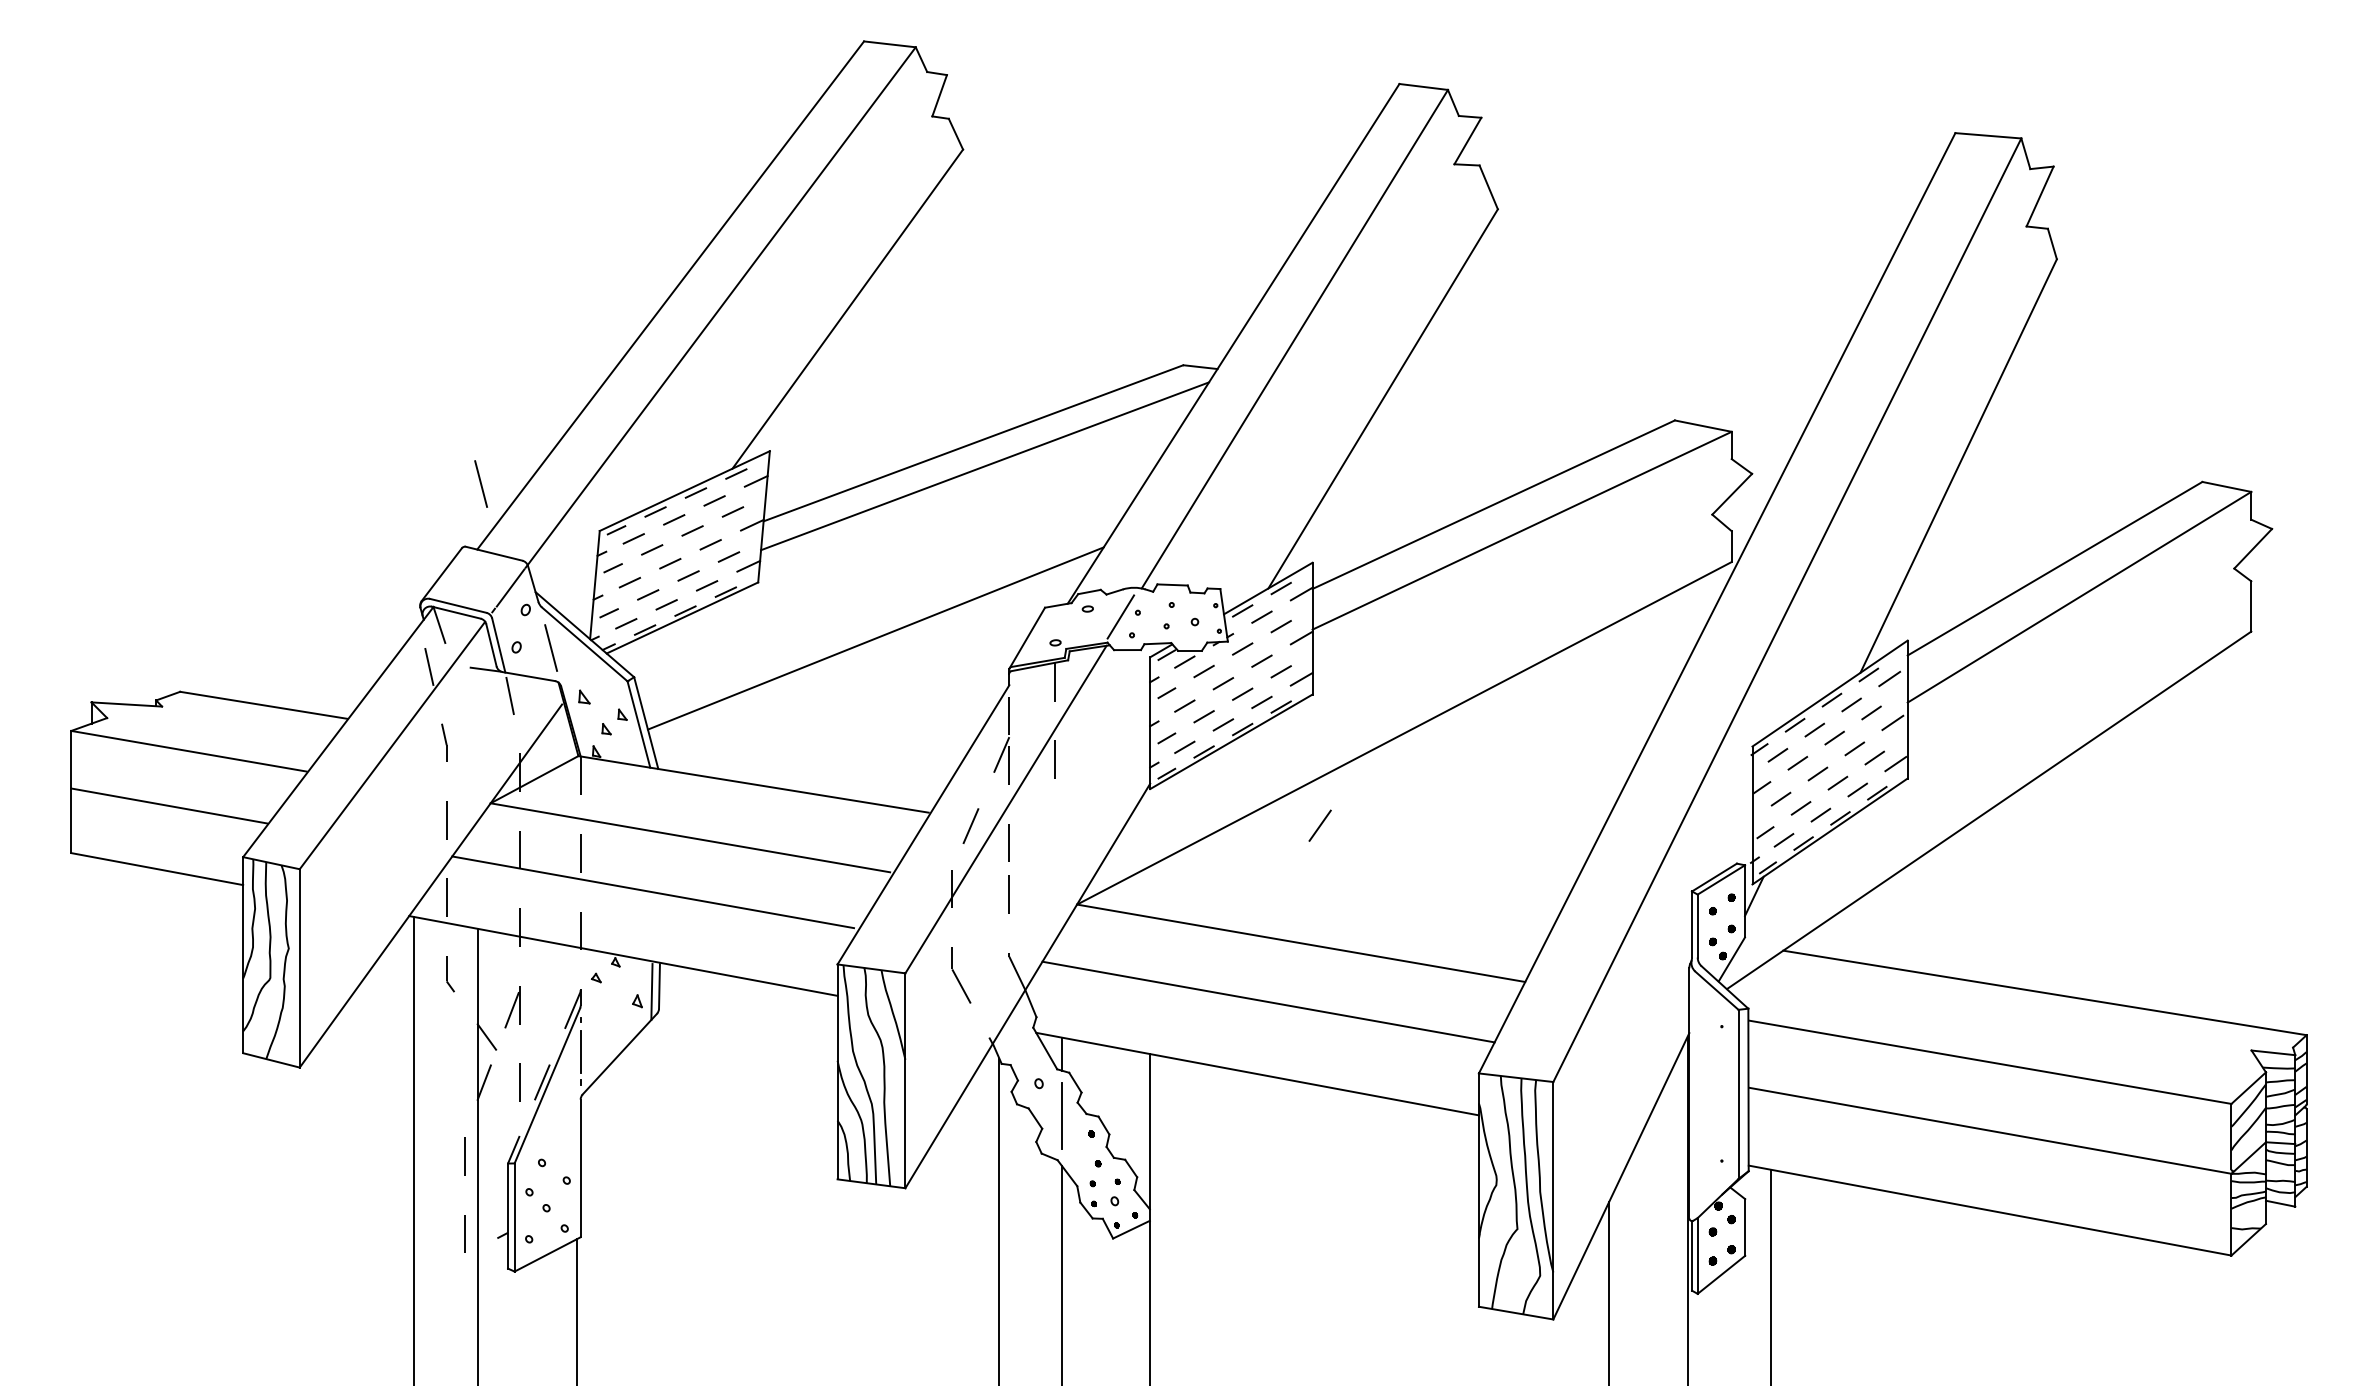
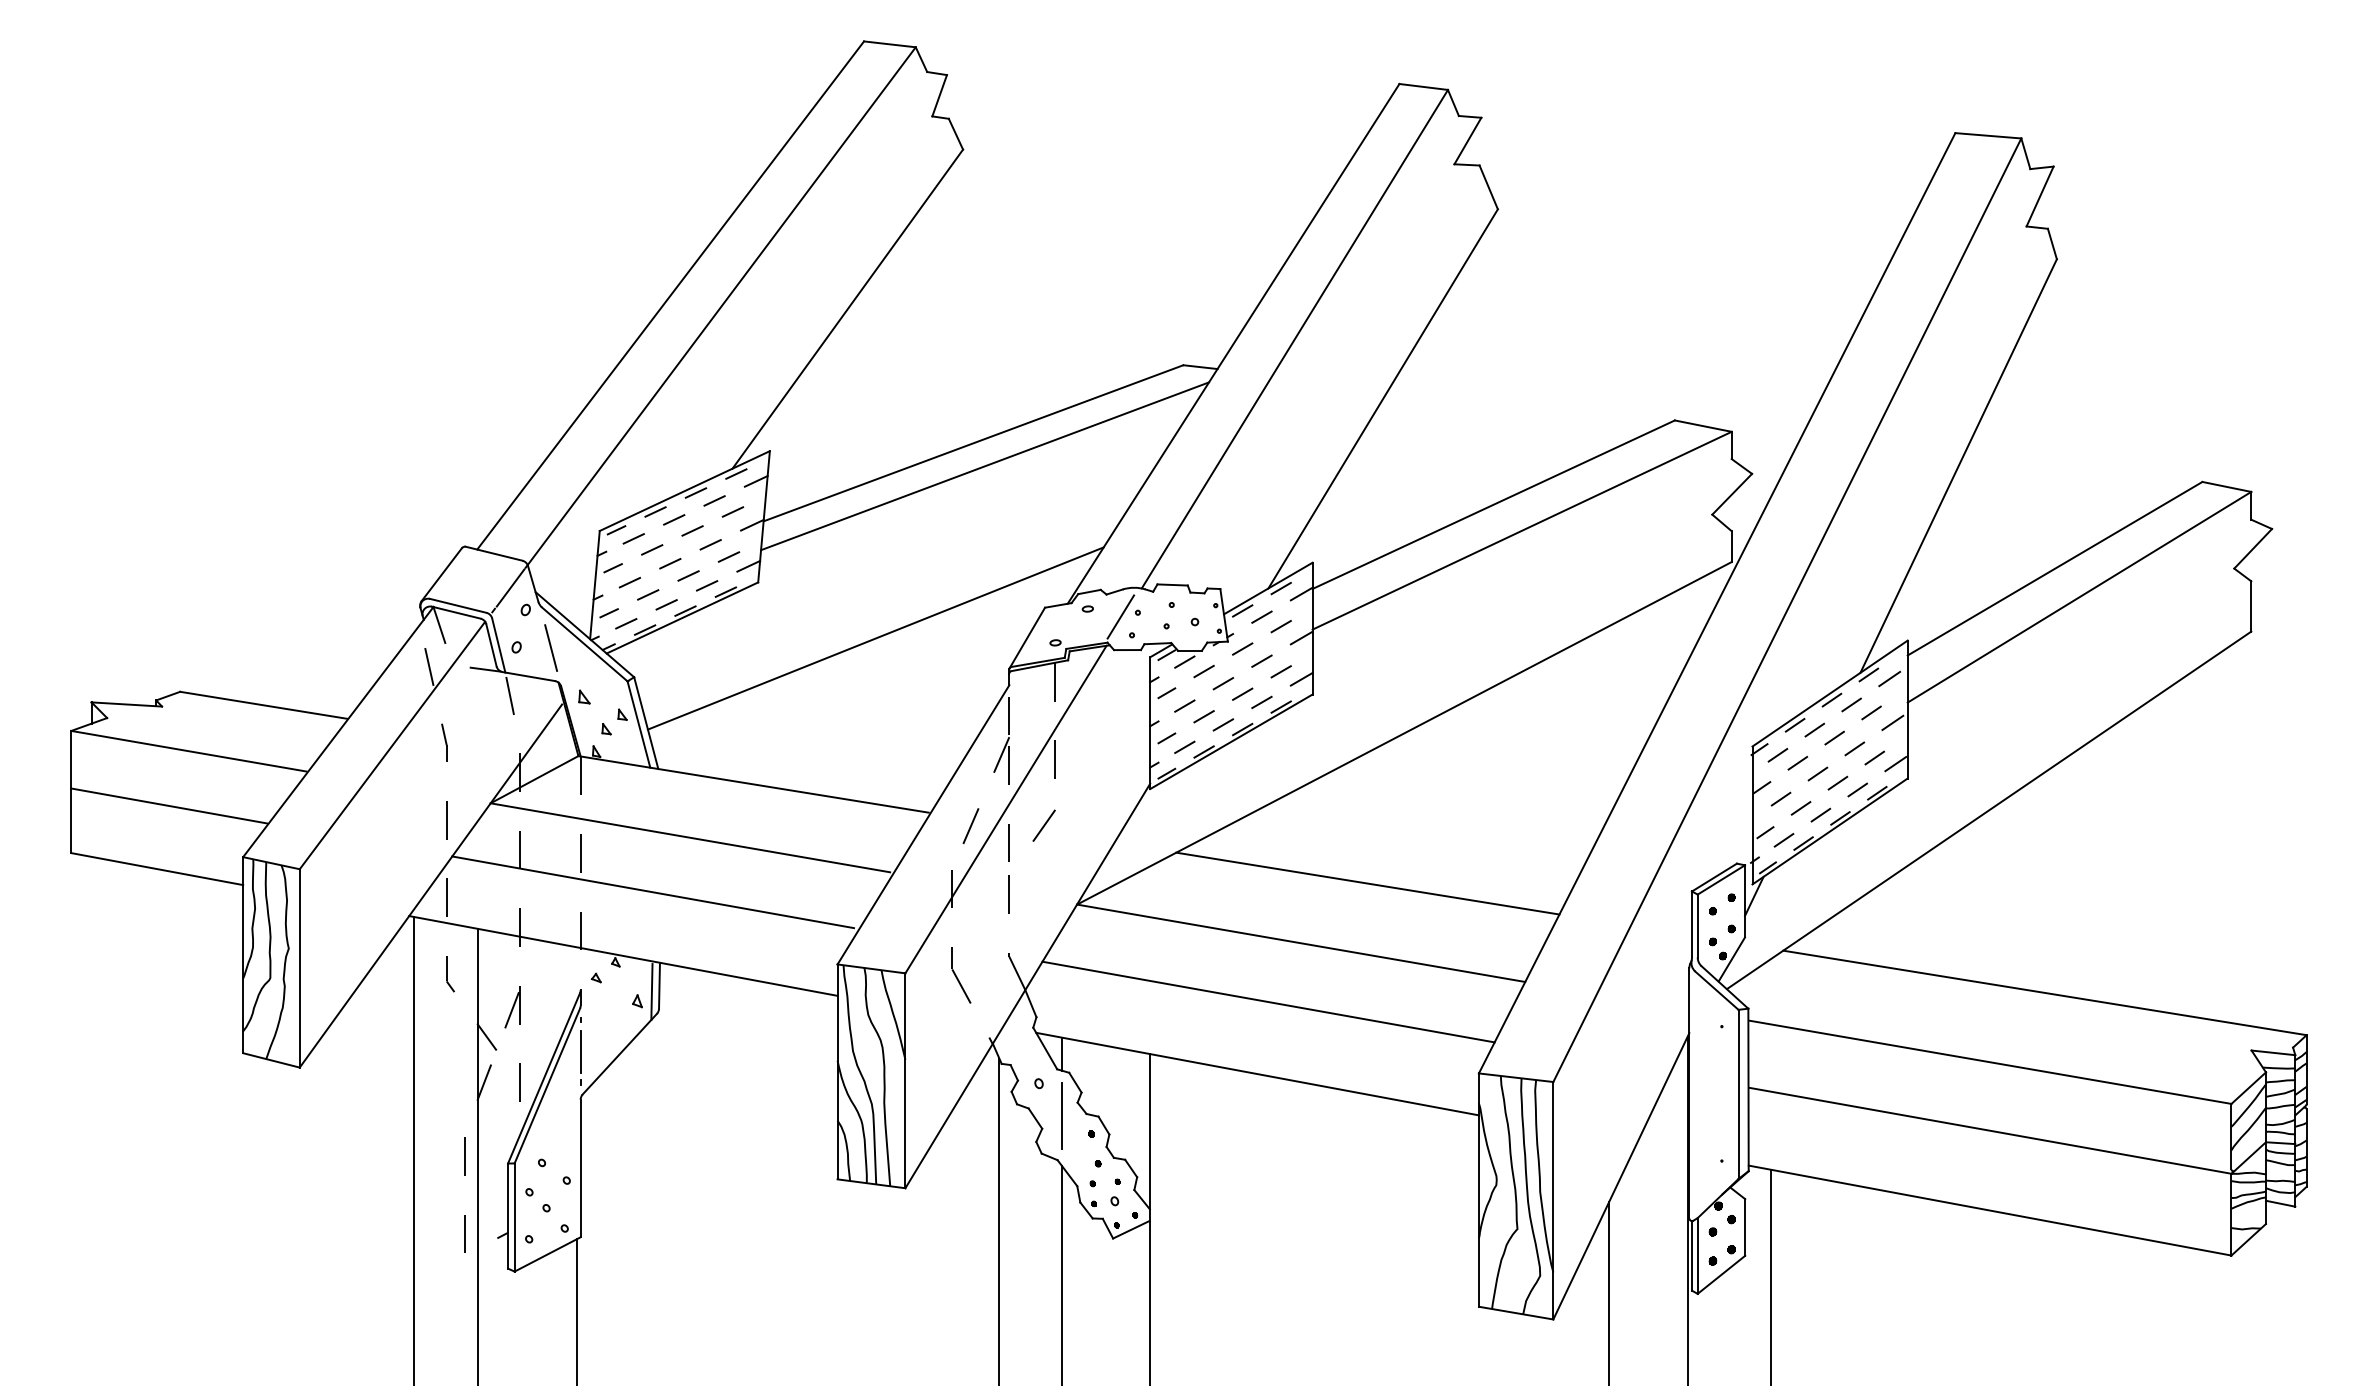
line at (480, 483): present -> none
line at (1319, 825) position: (1319, 825) -> (1043, 825)
line at (1367, 883): none -> present
line at (543, 1078): dashed -> solid
